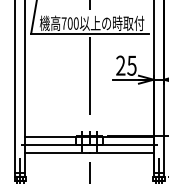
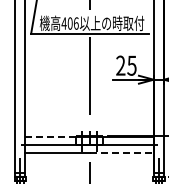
text at (69, 23): 700 -> 406
line at (50, 136): solid -> dashed
line at (122, 152): solid -> dashed
